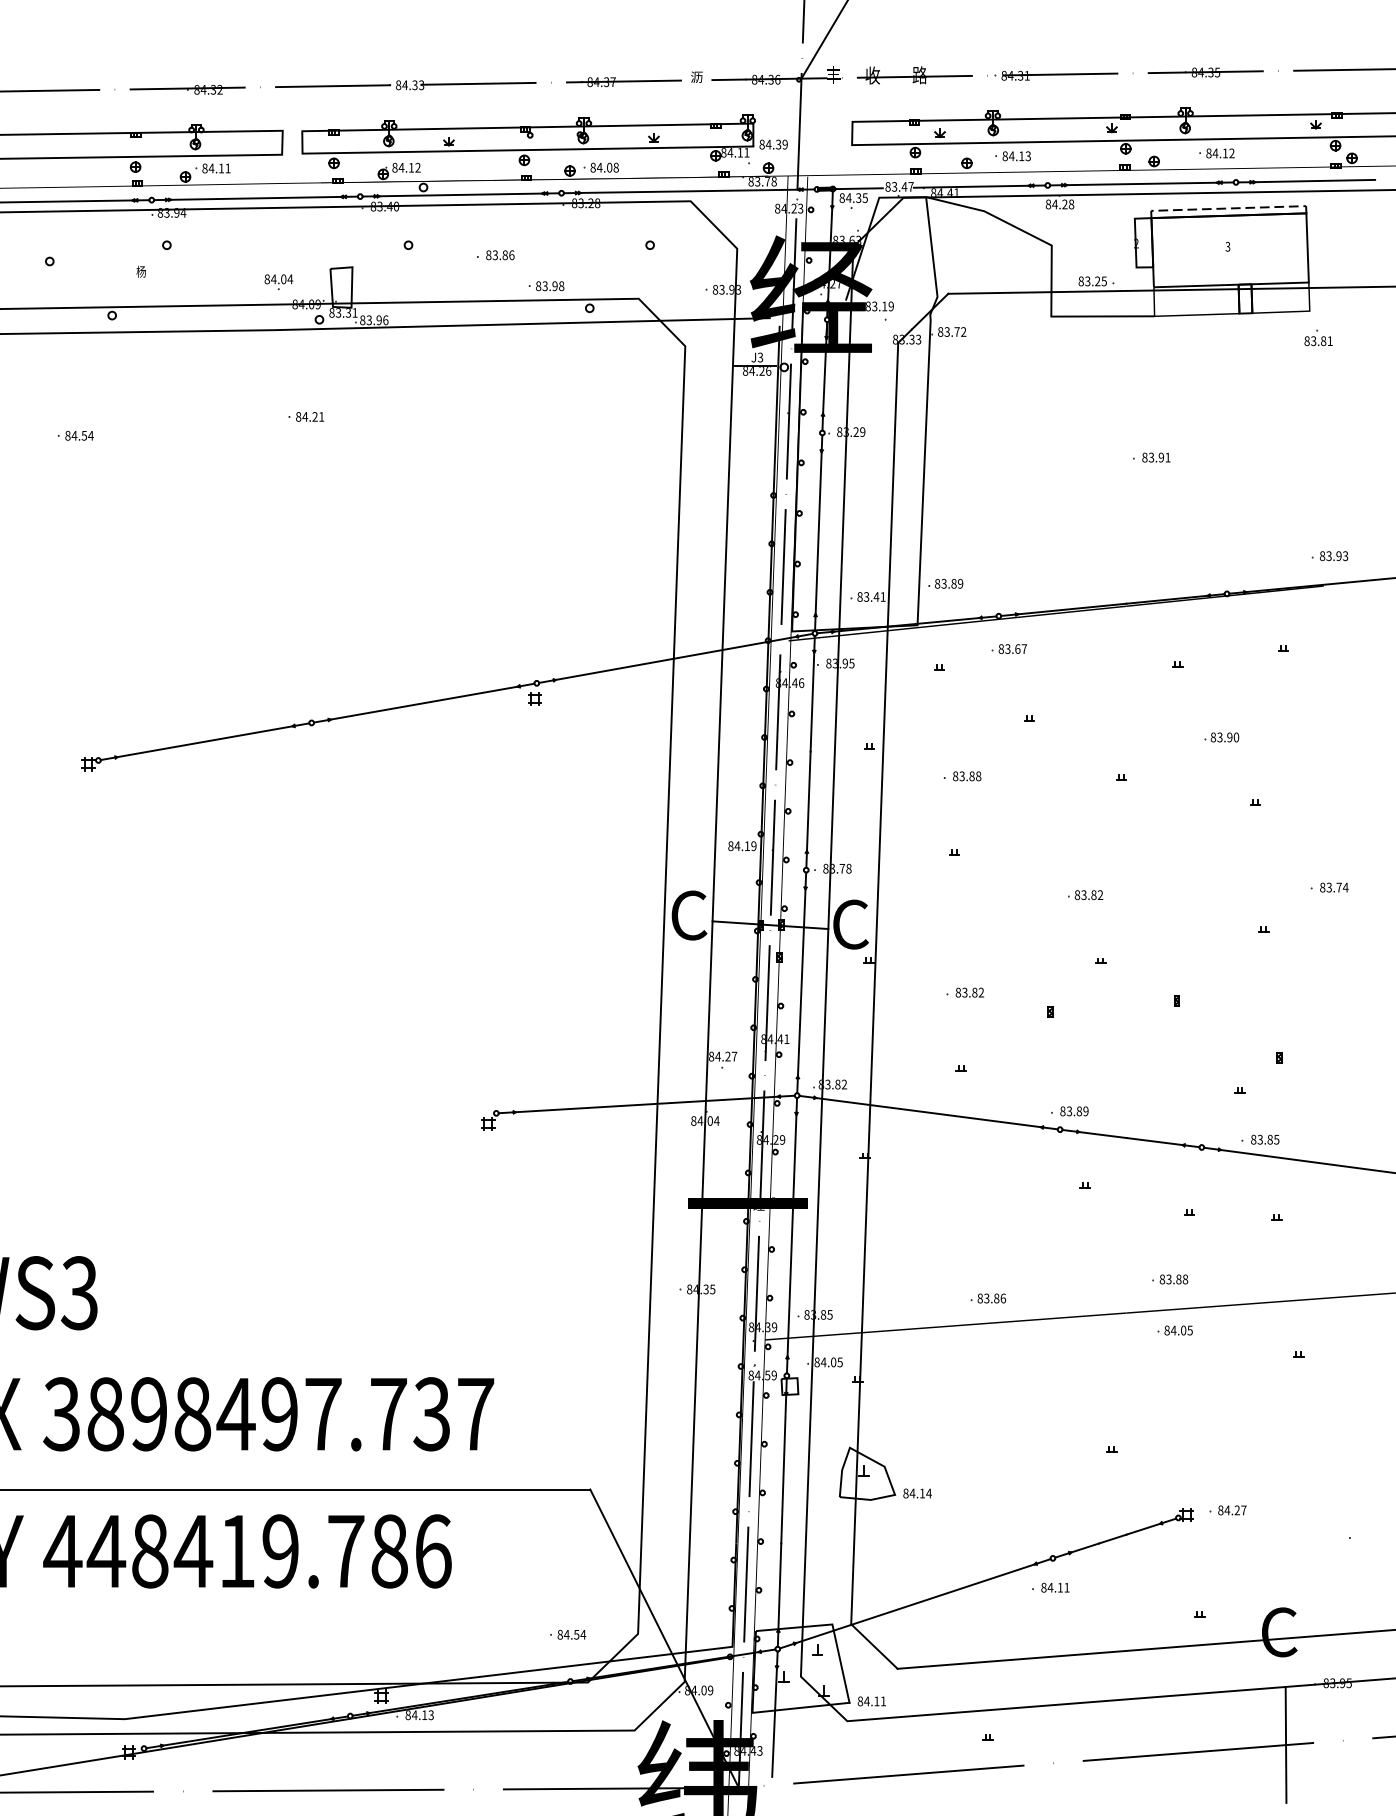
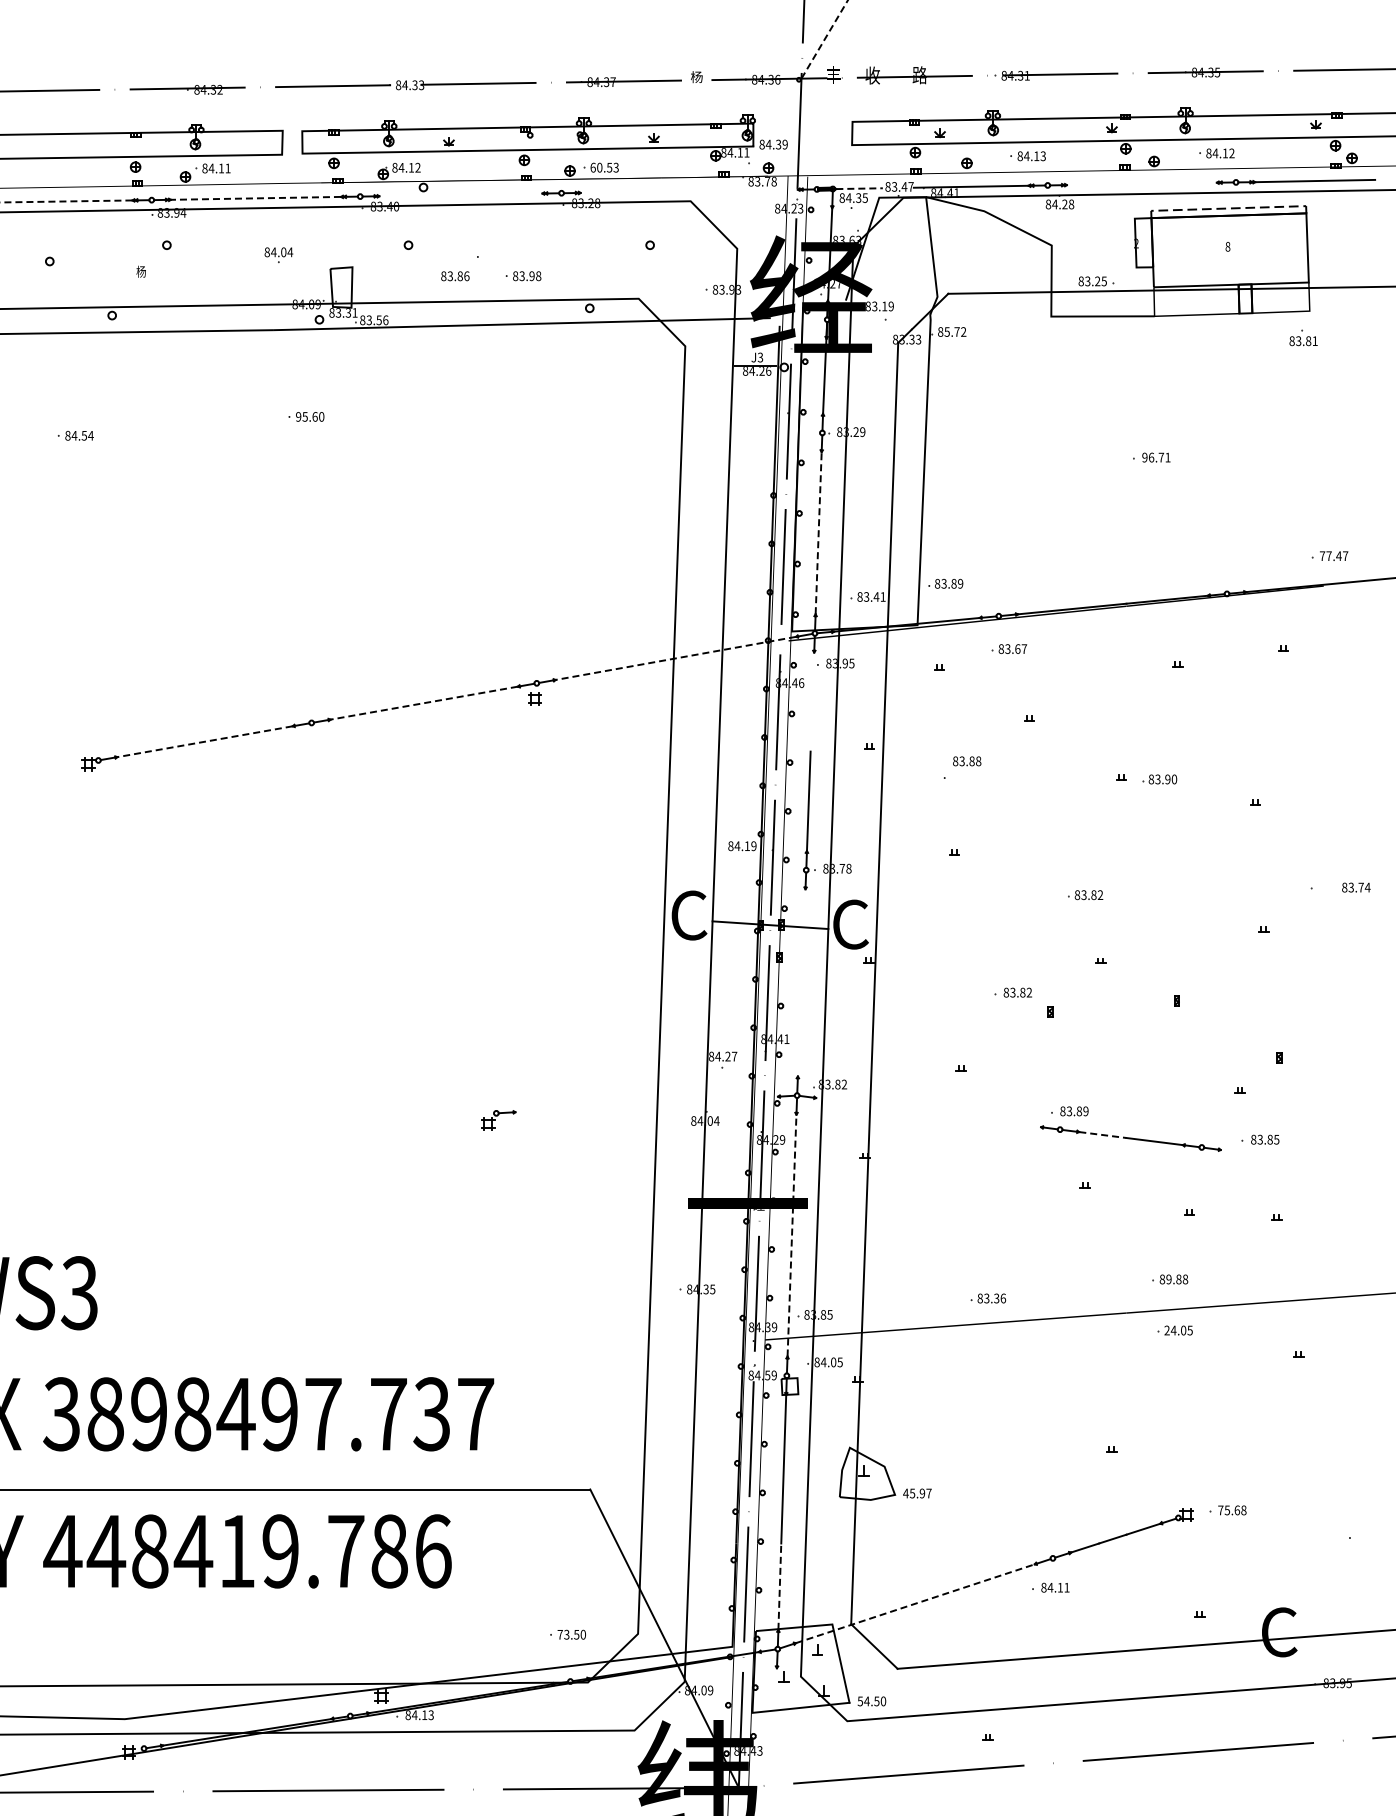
line at (824, 39): solid -> dashed
text at (696, 77): 沥 -> 杨
text at (1012, 156) position: (1012, 156) -> (1027, 156)
text at (604, 167): 84.08 -> 60.53
line at (1141, 183): present -> none
line at (860, 188): solid -> dashed
line at (688, 190): present -> none
line at (460, 194): present -> none
line at (256, 198): solid -> dashed
line at (66, 201): solid -> dashed
text at (1227, 246): 3 -> 8
text at (500, 255) position: (500, 255) -> (455, 276)
text at (278, 282) position: (278, 282) -> (278, 255)
text at (546, 286) position: (546, 286) -> (523, 276)
text at (378, 319): 83.96 -> 83.56
text at (946, 331): 83.72 -> 85.72
text at (1318, 337) position: (1318, 337) -> (1303, 337)
text at (310, 416): 84.21 -> 95.60
text at (1153, 457): 83.91 -> 96.71
line at (818, 533): solid -> dashed
text at (1333, 556): 83.93 -> 77.47
line at (675, 658): solid -> dashed
line at (812, 701): present -> none
line at (424, 703): solid -> dashed
text at (1221, 737) position: (1221, 737) -> (1159, 779)
line at (205, 741): solid -> dashed
text at (967, 776) position: (967, 776) -> (967, 761)
text at (1334, 887) position: (1334, 887) -> (1356, 887)
line at (801, 982): present -> none
text at (964, 992) position: (964, 992) -> (1012, 992)
line at (646, 1104): present -> none
line at (928, 1112): present -> none
line at (1102, 1135): solid -> dashed
line at (1306, 1161): present -> none
line at (792, 1235): solid -> dashed
text at (1168, 1279): 83.88 -> 89.88
text at (996, 1298): 83.86 -> 83.36
text at (1166, 1330): 84.05 -> 24.05
text at (917, 1493): 84.14 -> 45.97
text at (1232, 1510): 84.27 -> 75.68
line at (779, 1586): solid -> dashed
line at (915, 1603): solid -> dashed
text at (571, 1634): 84.54 -> 73.50
text at (871, 1701): 84.11 -> 54.50
line at (774, 1722): present -> none
line at (1285, 1744): present -> none
